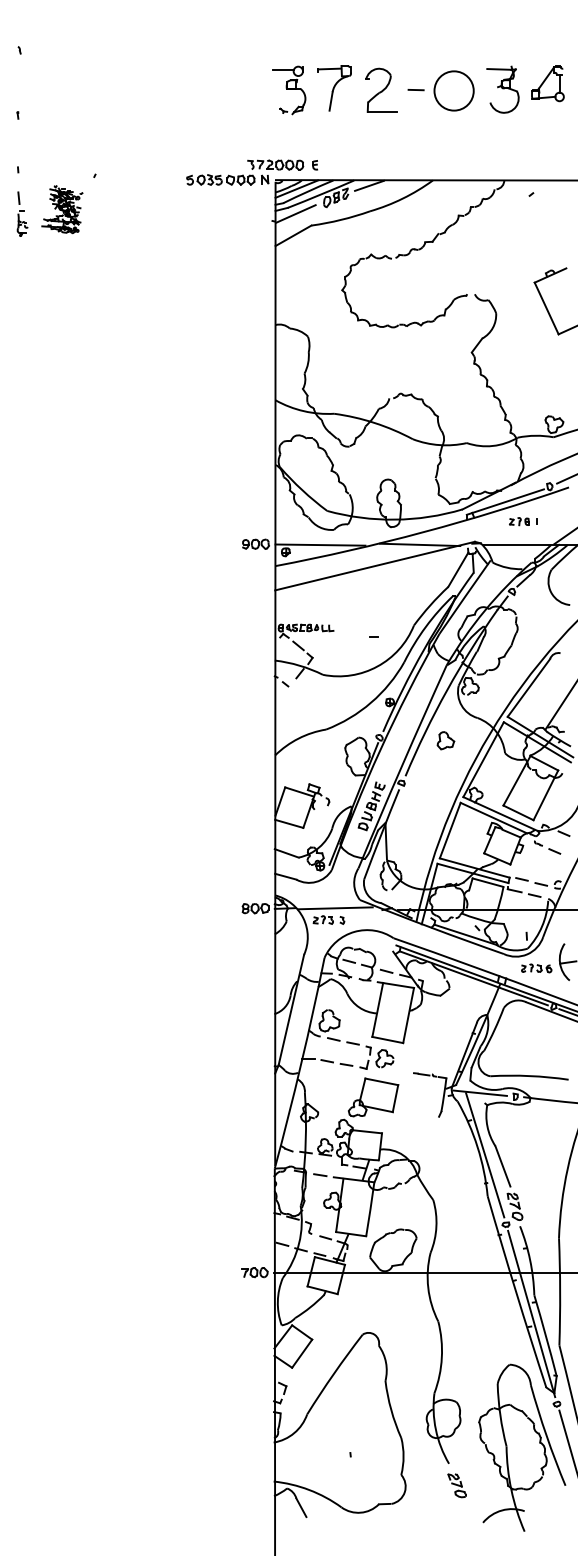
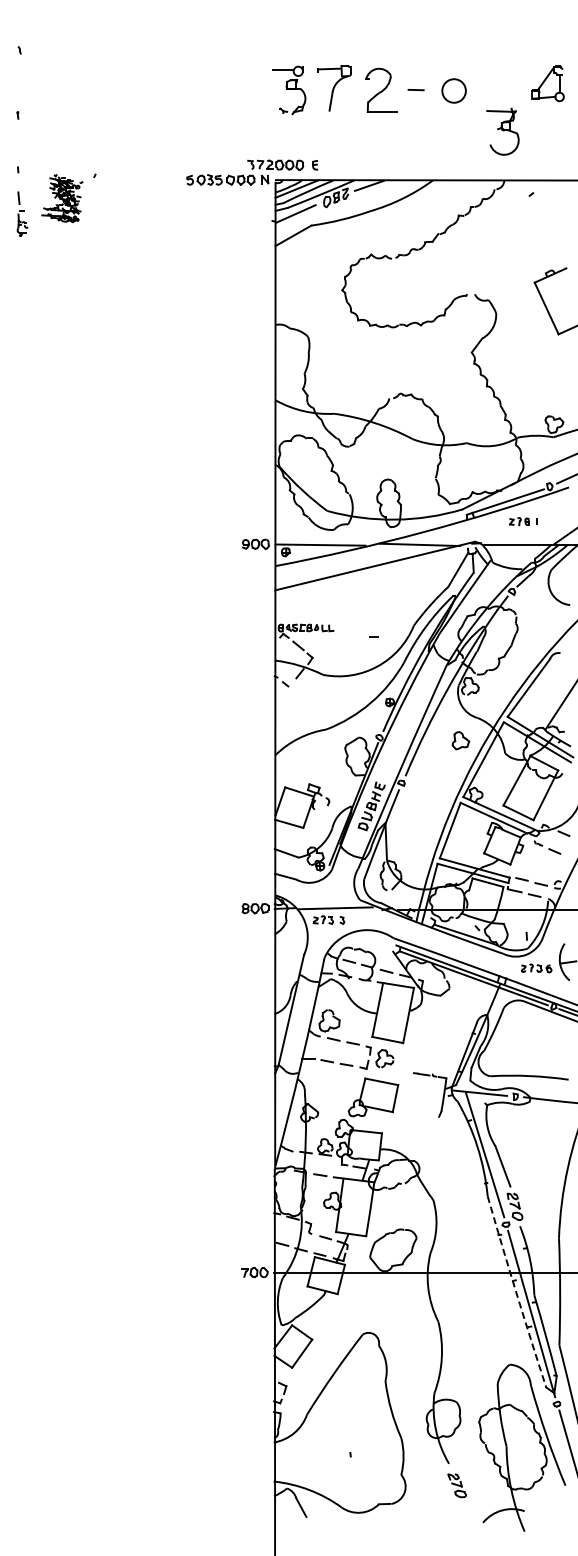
part at (502, 89) position: (502, 89) -> (502, 131)
circle at (453, 90) diameter: 39 px -> 24 px
part at (62, 209) position: (62, 209) -> (62, 198)
part at (445, 740) position: (445, 740) -> (460, 740)
arc at (516, 1292): solid -> dashed
